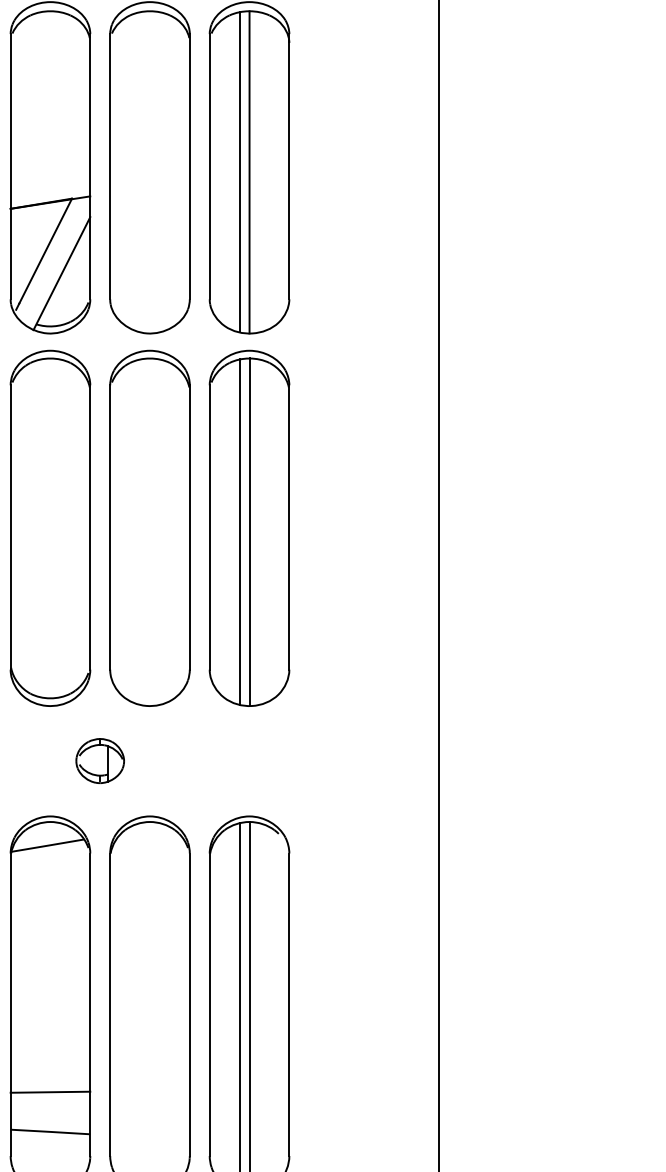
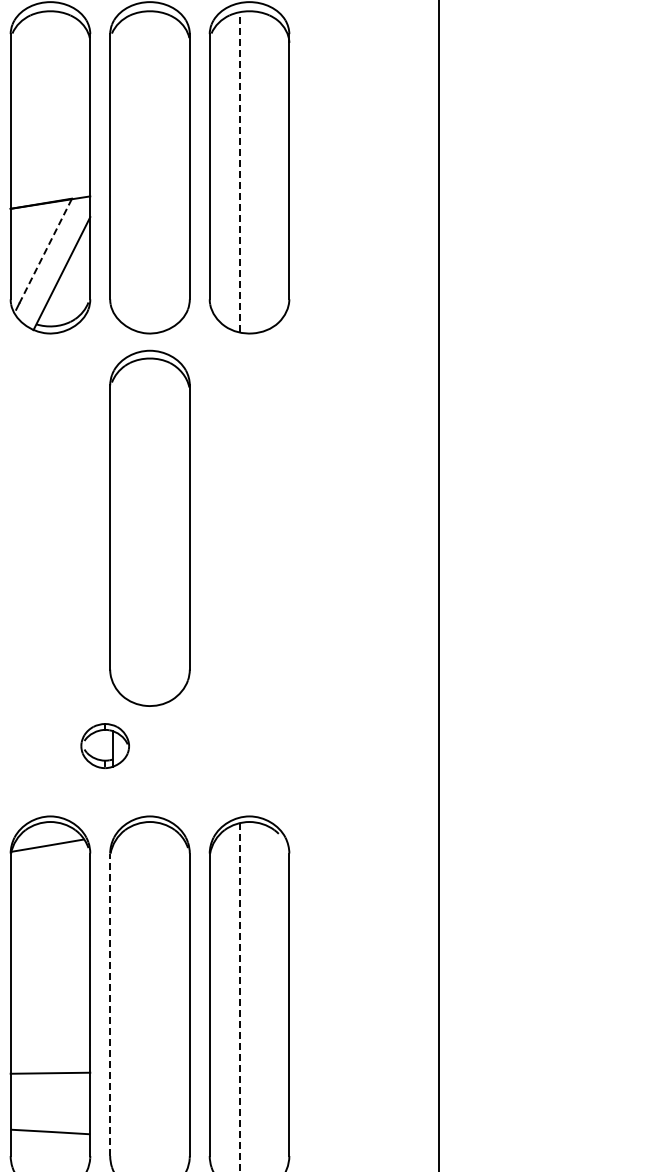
line at (239, 171): solid -> dashed
line at (249, 172): present -> none
line at (45, 251): solid -> dashed
part at (50, 527): present -> none
part at (249, 527): present -> none
part at (99, 760) position: (99, 760) -> (104, 745)
line at (249, 995): present -> none
line at (239, 997): solid -> dashed
line at (110, 1004): solid -> dashed
line at (50, 1091) position: (50, 1091) -> (50, 1072)
